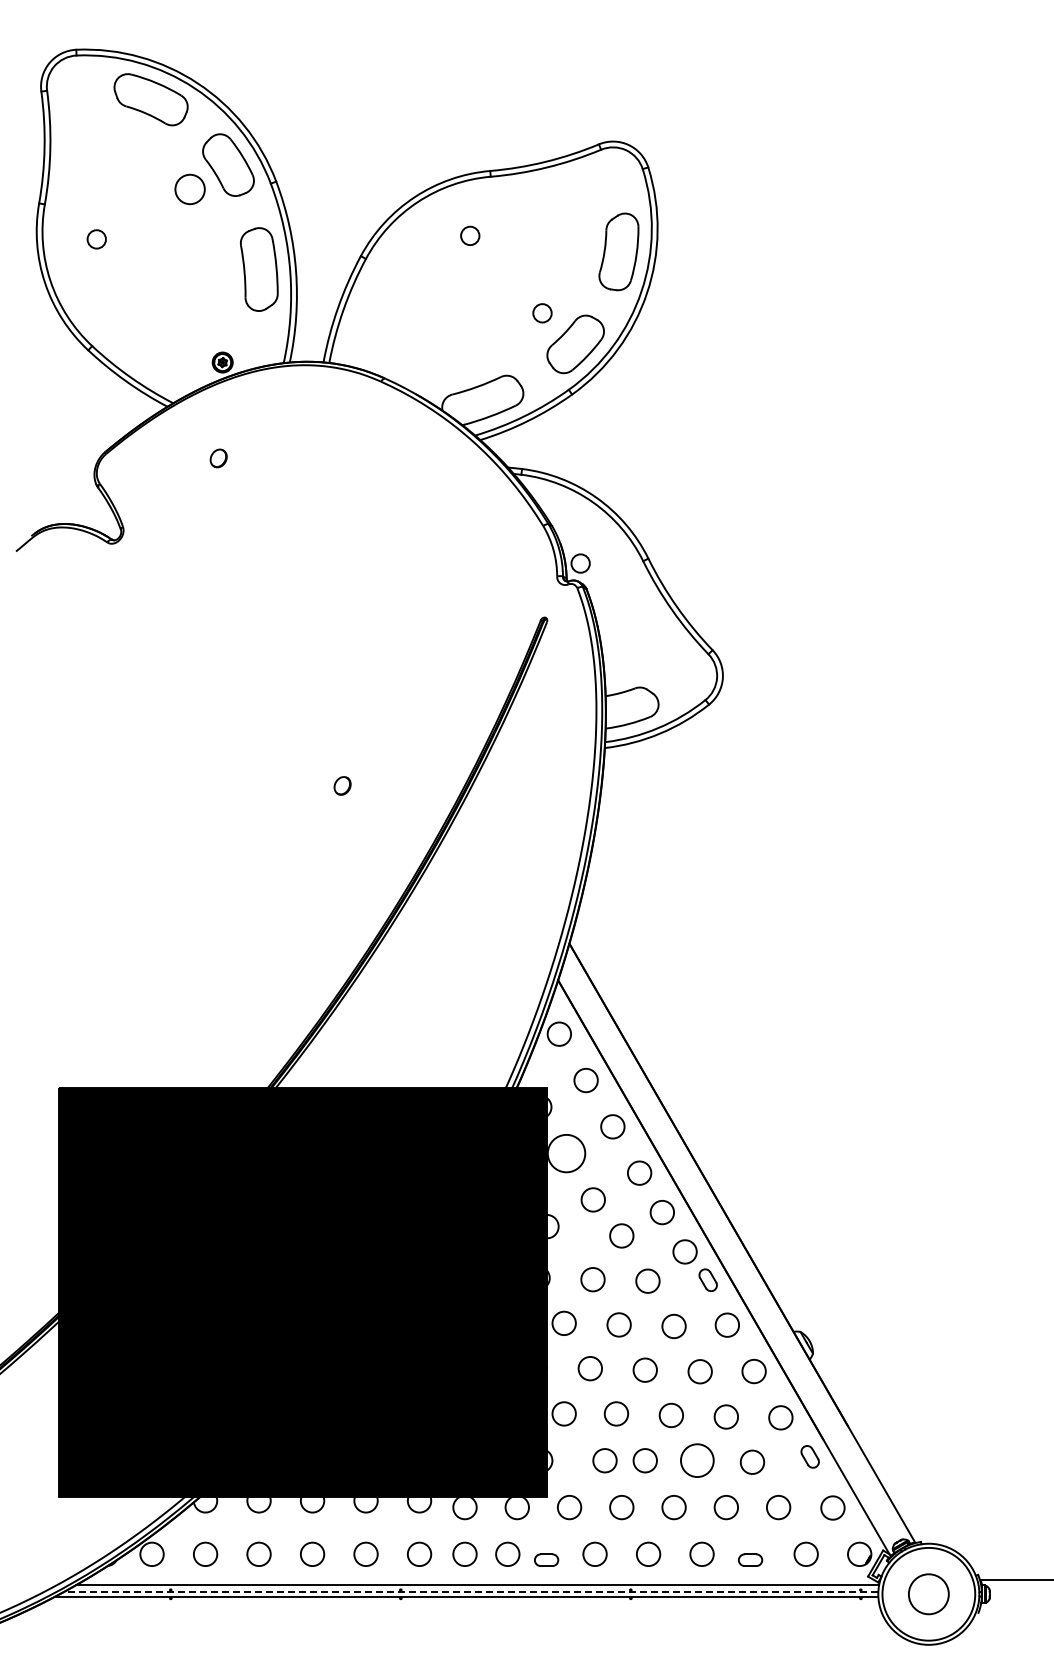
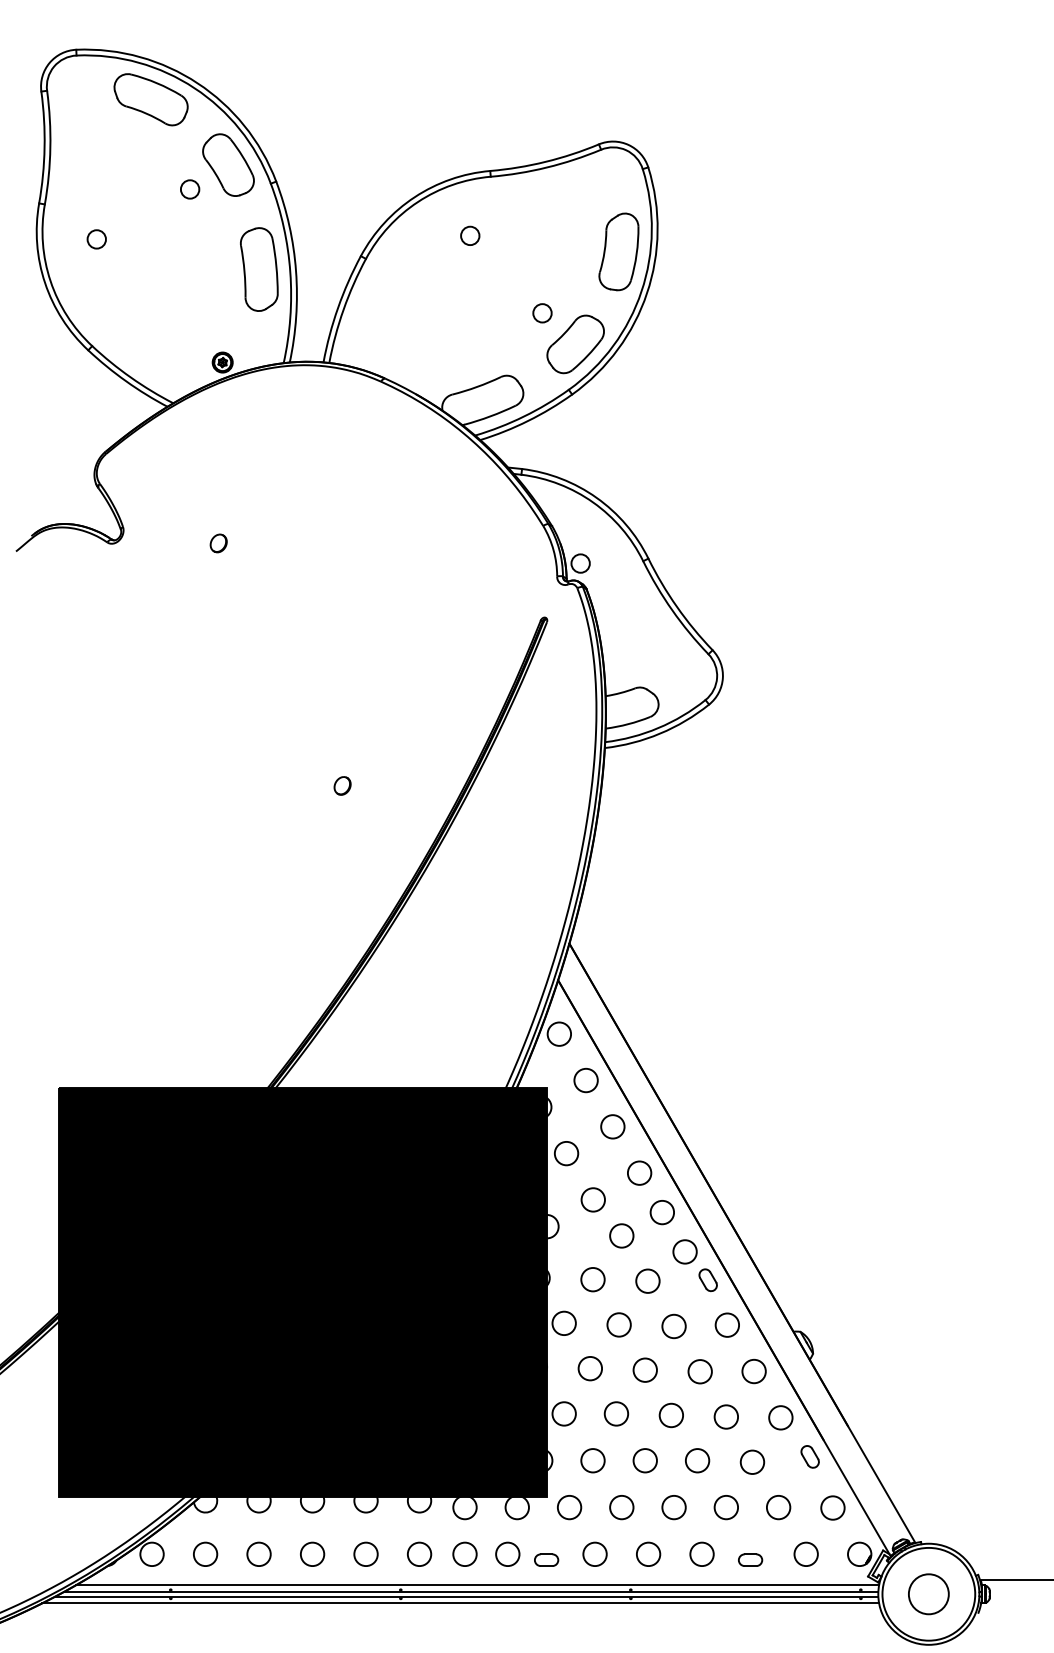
circle at (189, 189) diameter: 29 px -> 18 px
part at (218, 458) position: (218, 458) -> (218, 543)
circle at (566, 1153) diameter: 37 px -> 23 px
circle at (604, 1460) position: (604, 1460) -> (592, 1460)
circle at (697, 1460) size: 35x35 px -> 26x26 px
line at (470, 1591): dashed -> solid
line at (460, 1603): none -> present
